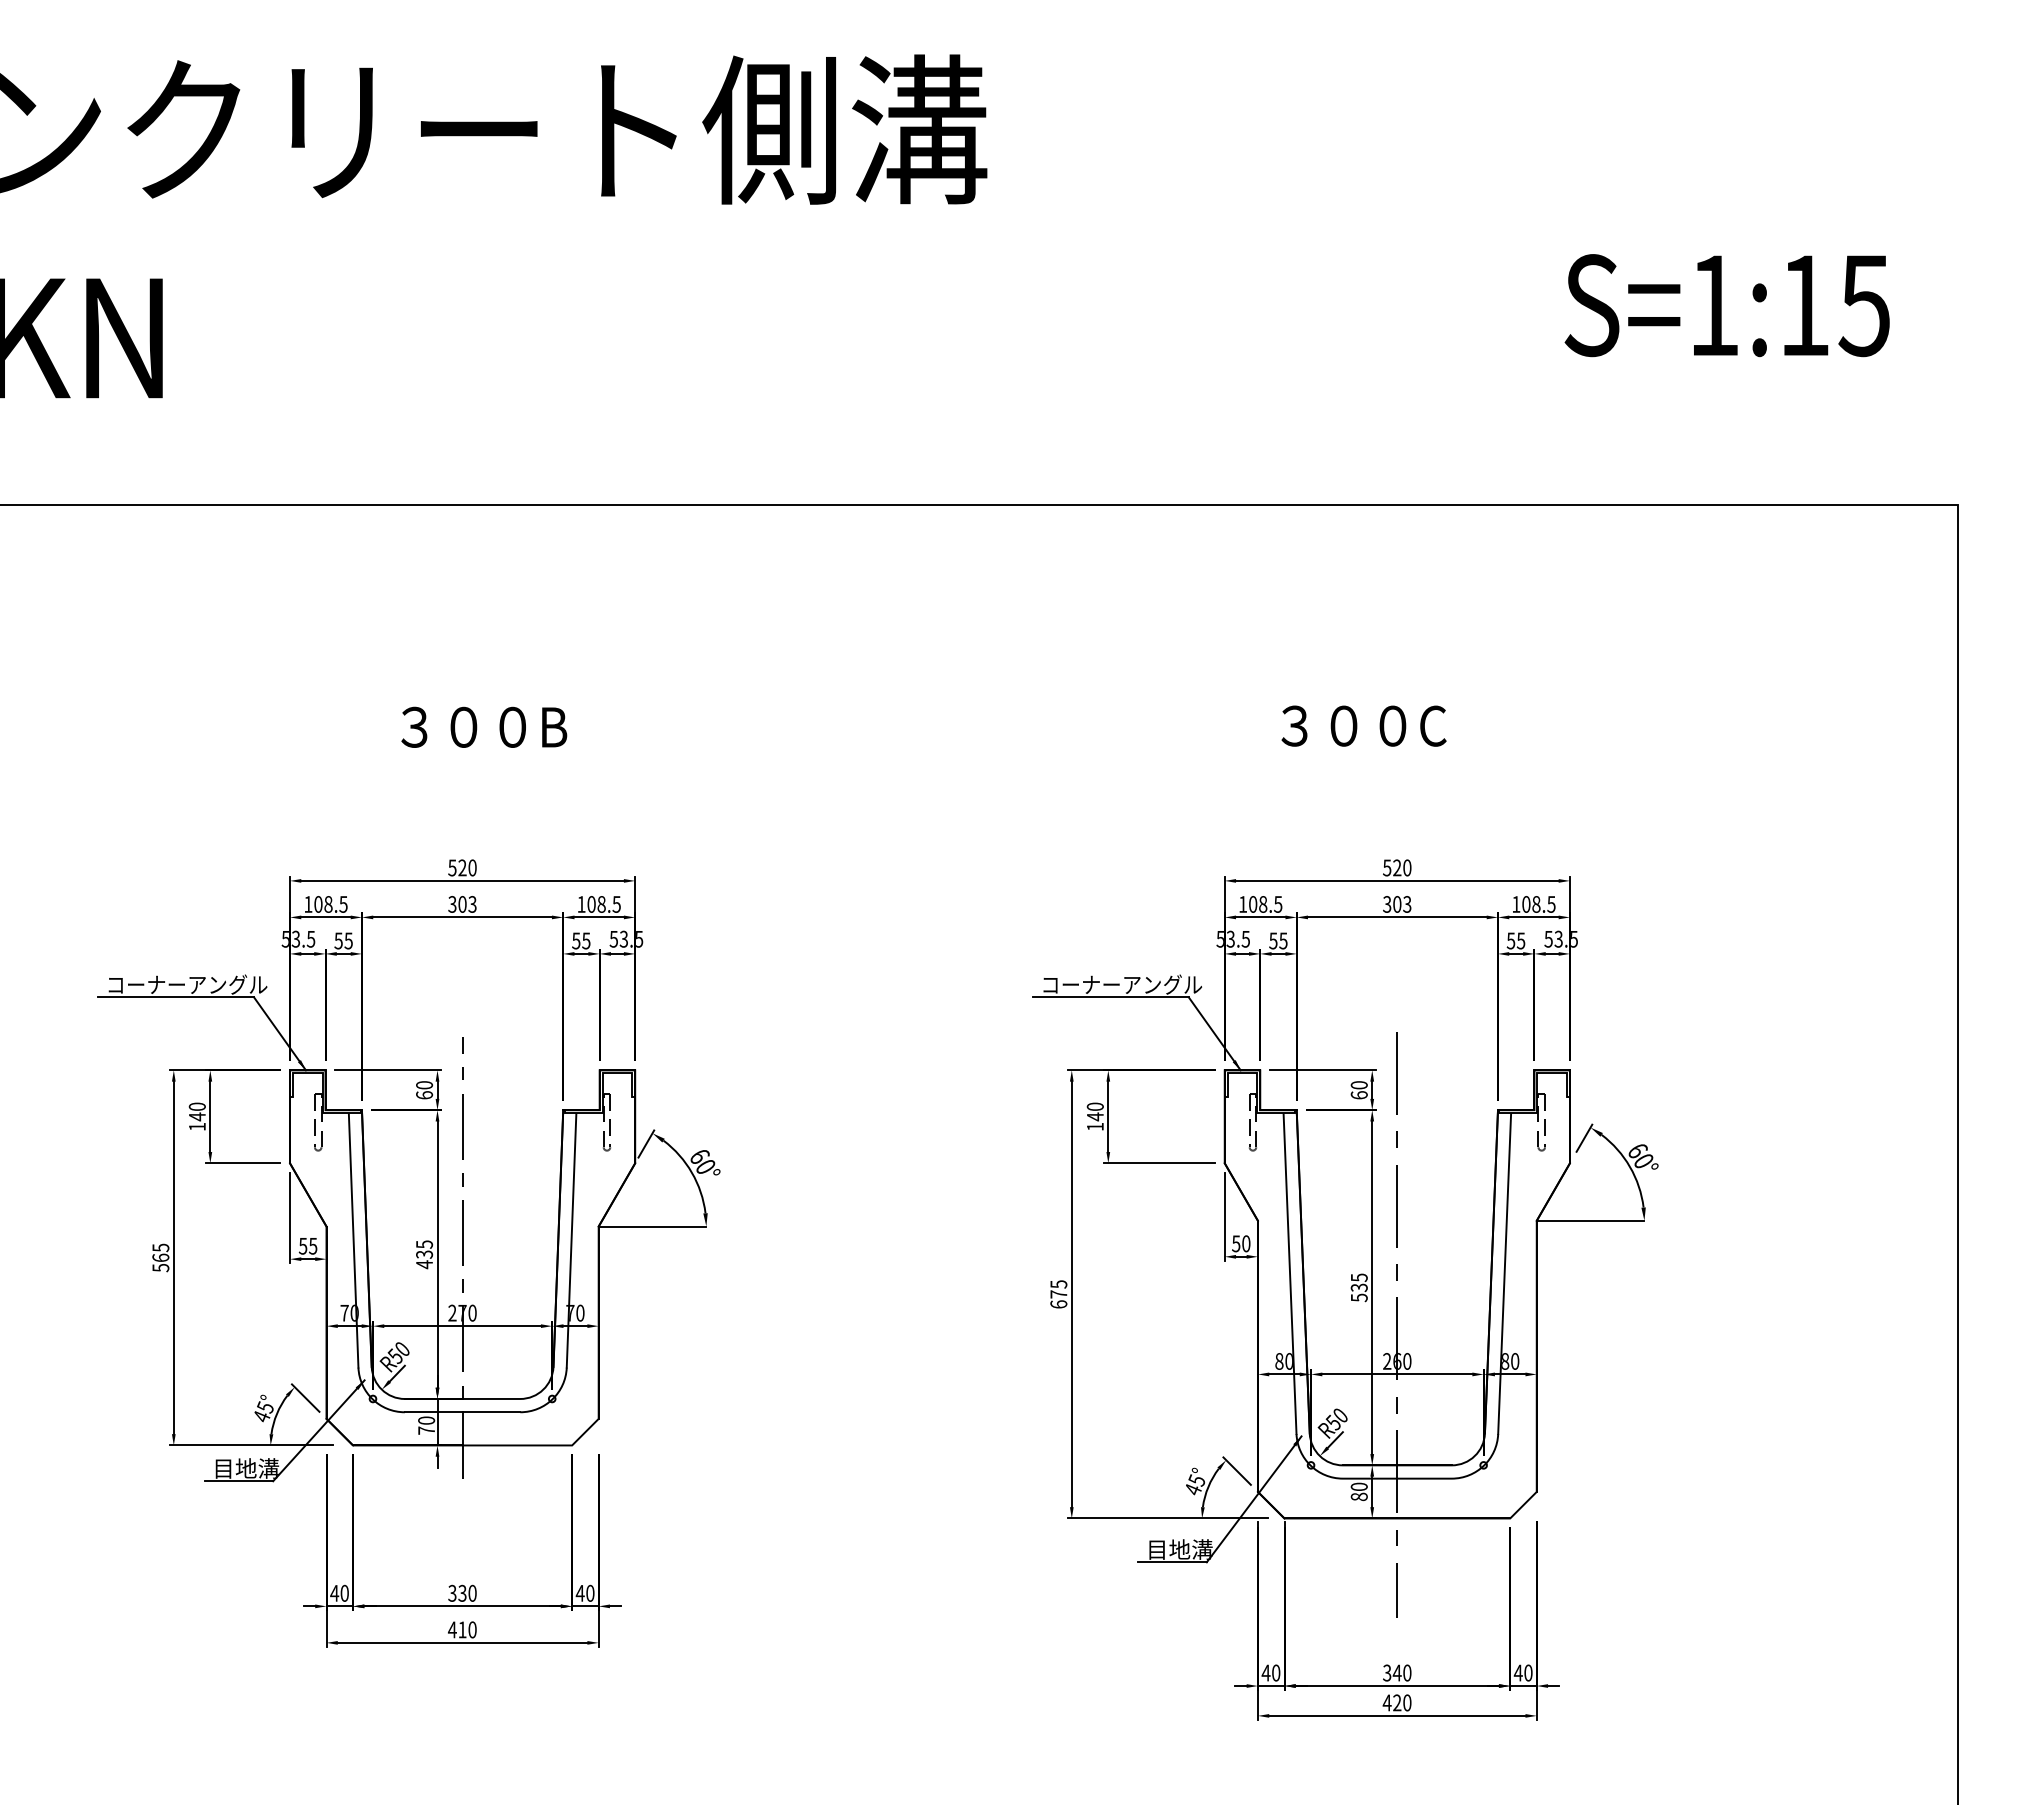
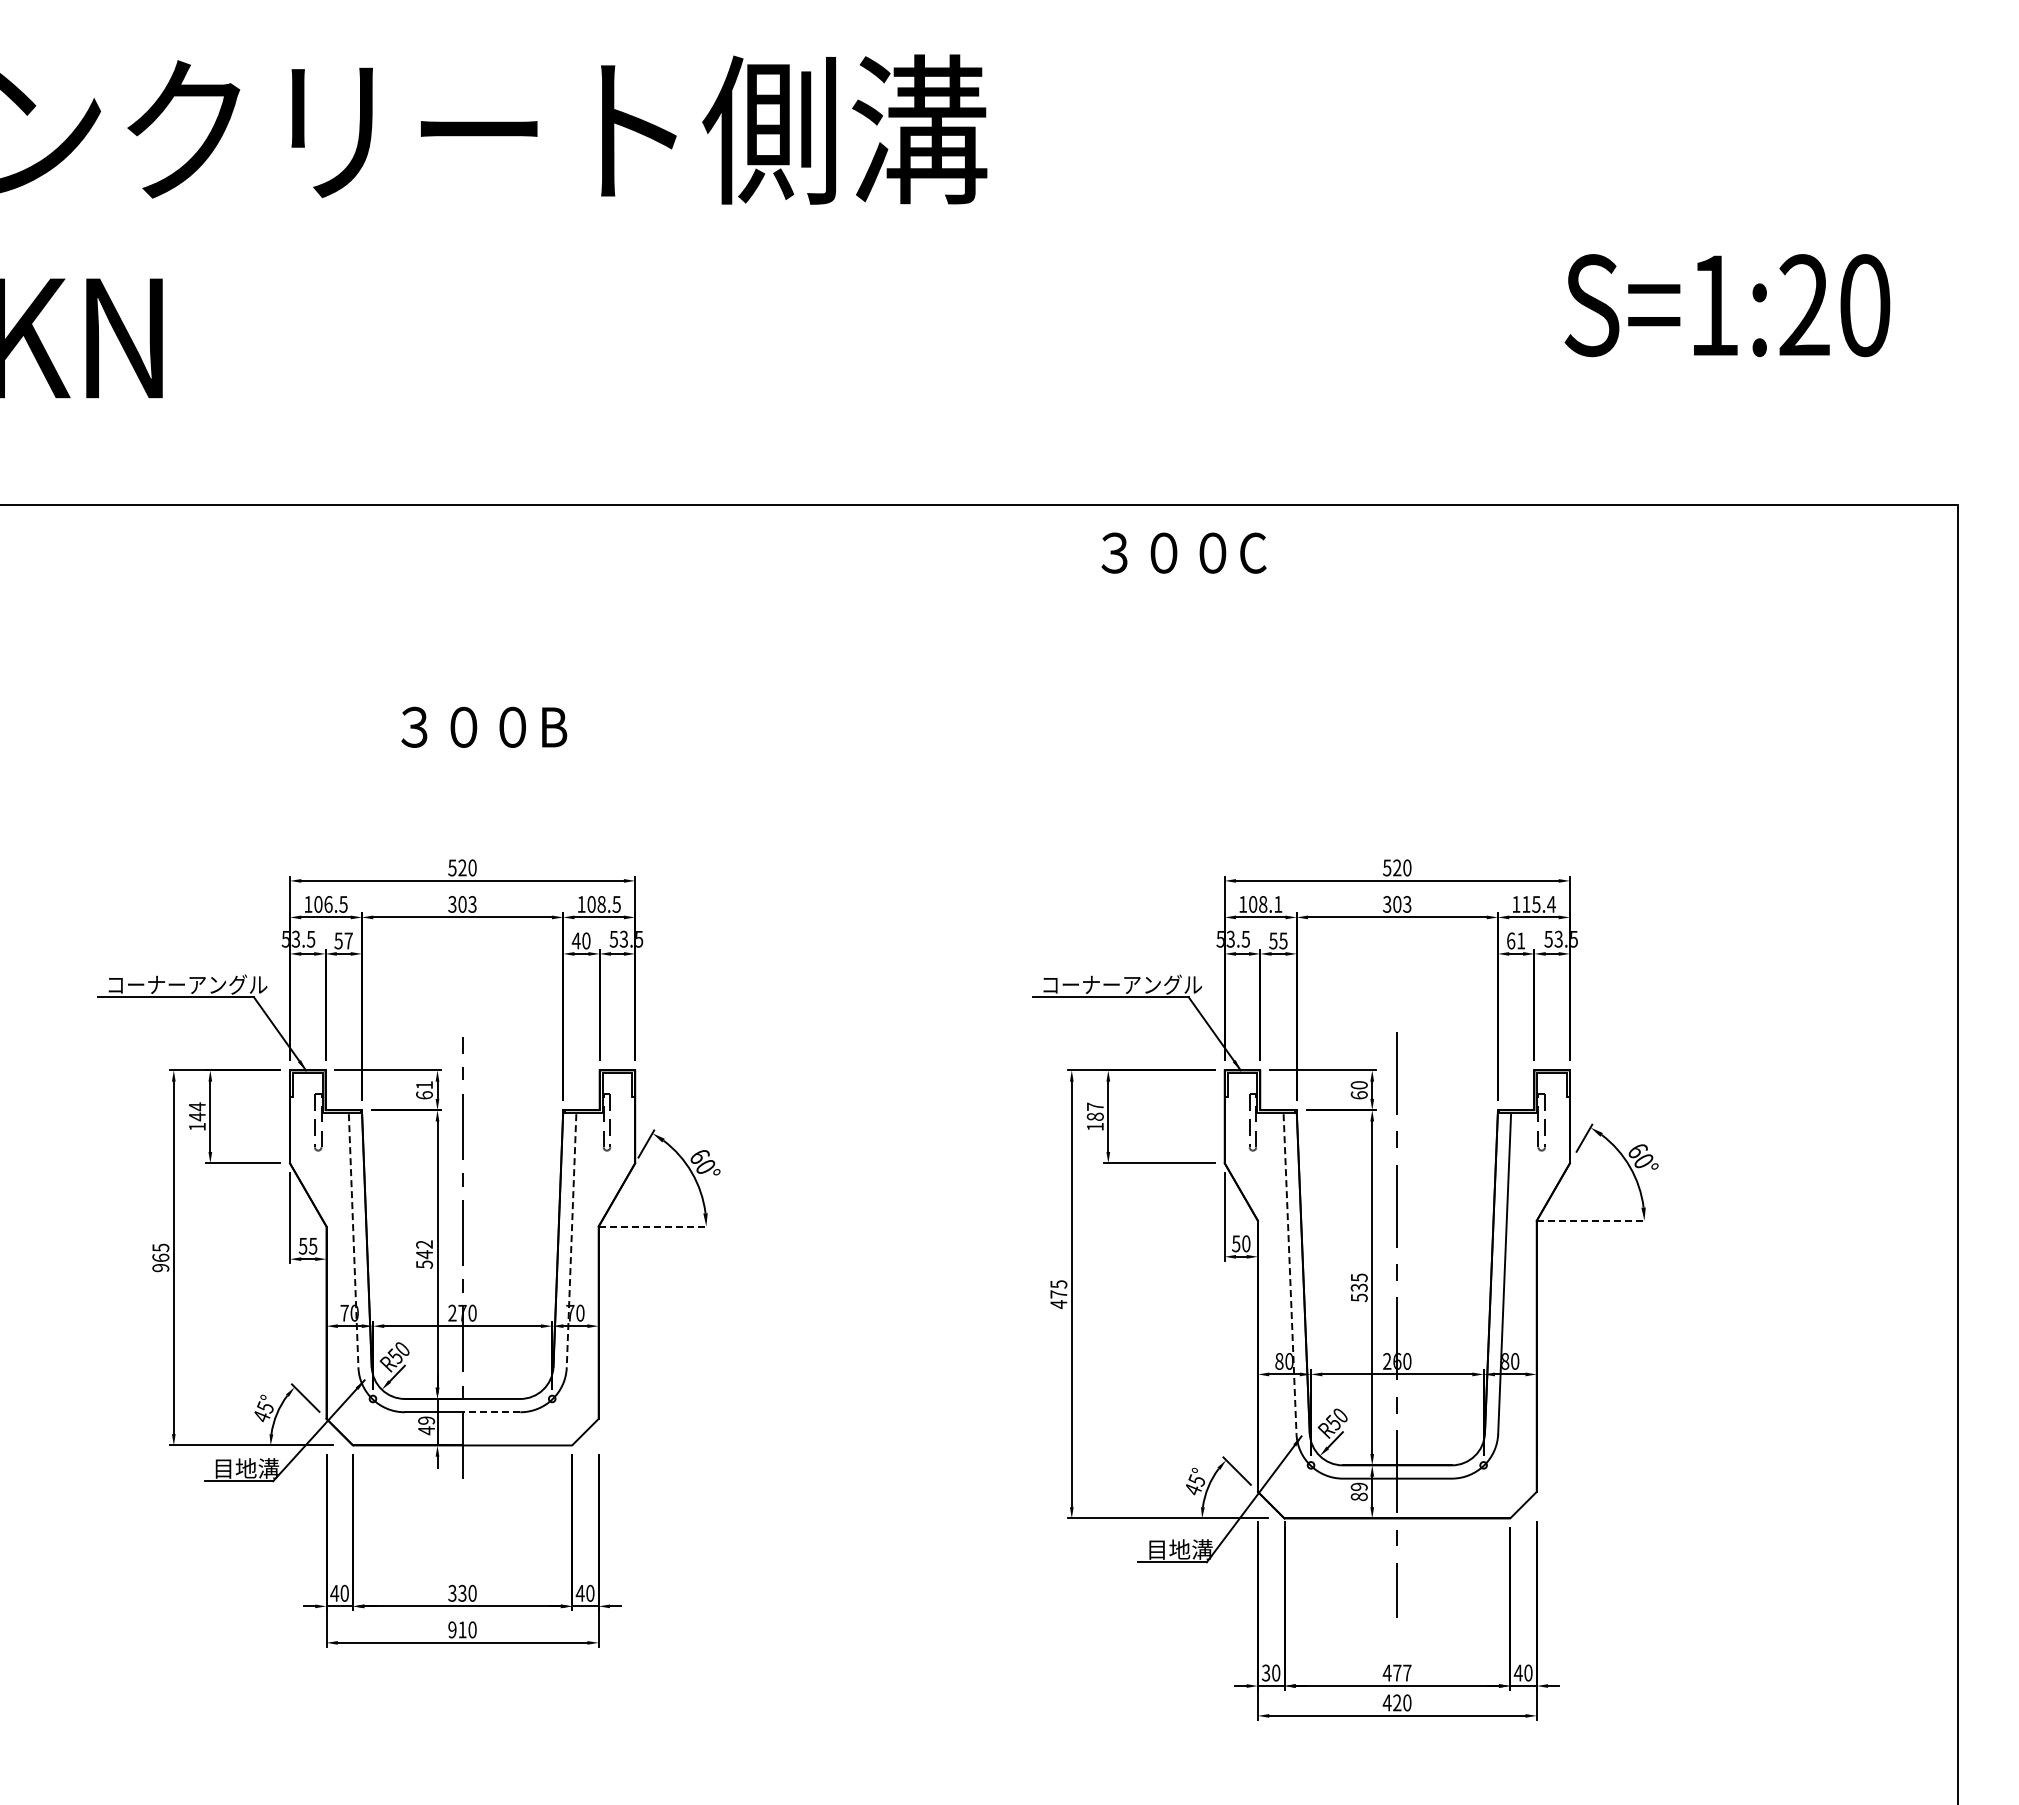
text at (1834, 305): S=1:15 -> S=1:20
text at (1363, 725) position: (1363, 725) -> (1183, 552)
text at (328, 904): 108.5 -> 106.5
text at (1278, 904): 108.5 -> 108.1
text at (1538, 904): 108.5 -> 115.4
text at (348, 940): 55 -> 57
text at (580, 940): 55 -> 40
text at (1515, 940): 55 -> 61
text at (424, 1085): 60 -> 61
text at (196, 1106): 140 -> 144
text at (1094, 1111): 140 -> 187
line at (1590, 1220): solid -> dashed
line at (652, 1226): solid -> dashed
line at (353, 1240): solid -> dashed
line at (571, 1240): solid -> dashed
text at (424, 1254): 435 -> 542
text at (160, 1268): 565 -> 965
line at (1290, 1274): solid -> dashed
text at (1058, 1304): 675 -> 475
line at (491, 1412): solid -> dashed
text at (426, 1425): 70 -> 49
text at (1359, 1486): 80 -> 89
text at (452, 1629): 410 -> 910
text at (1265, 1672): 40 -> 30
text at (1396, 1672): 340 -> 477
